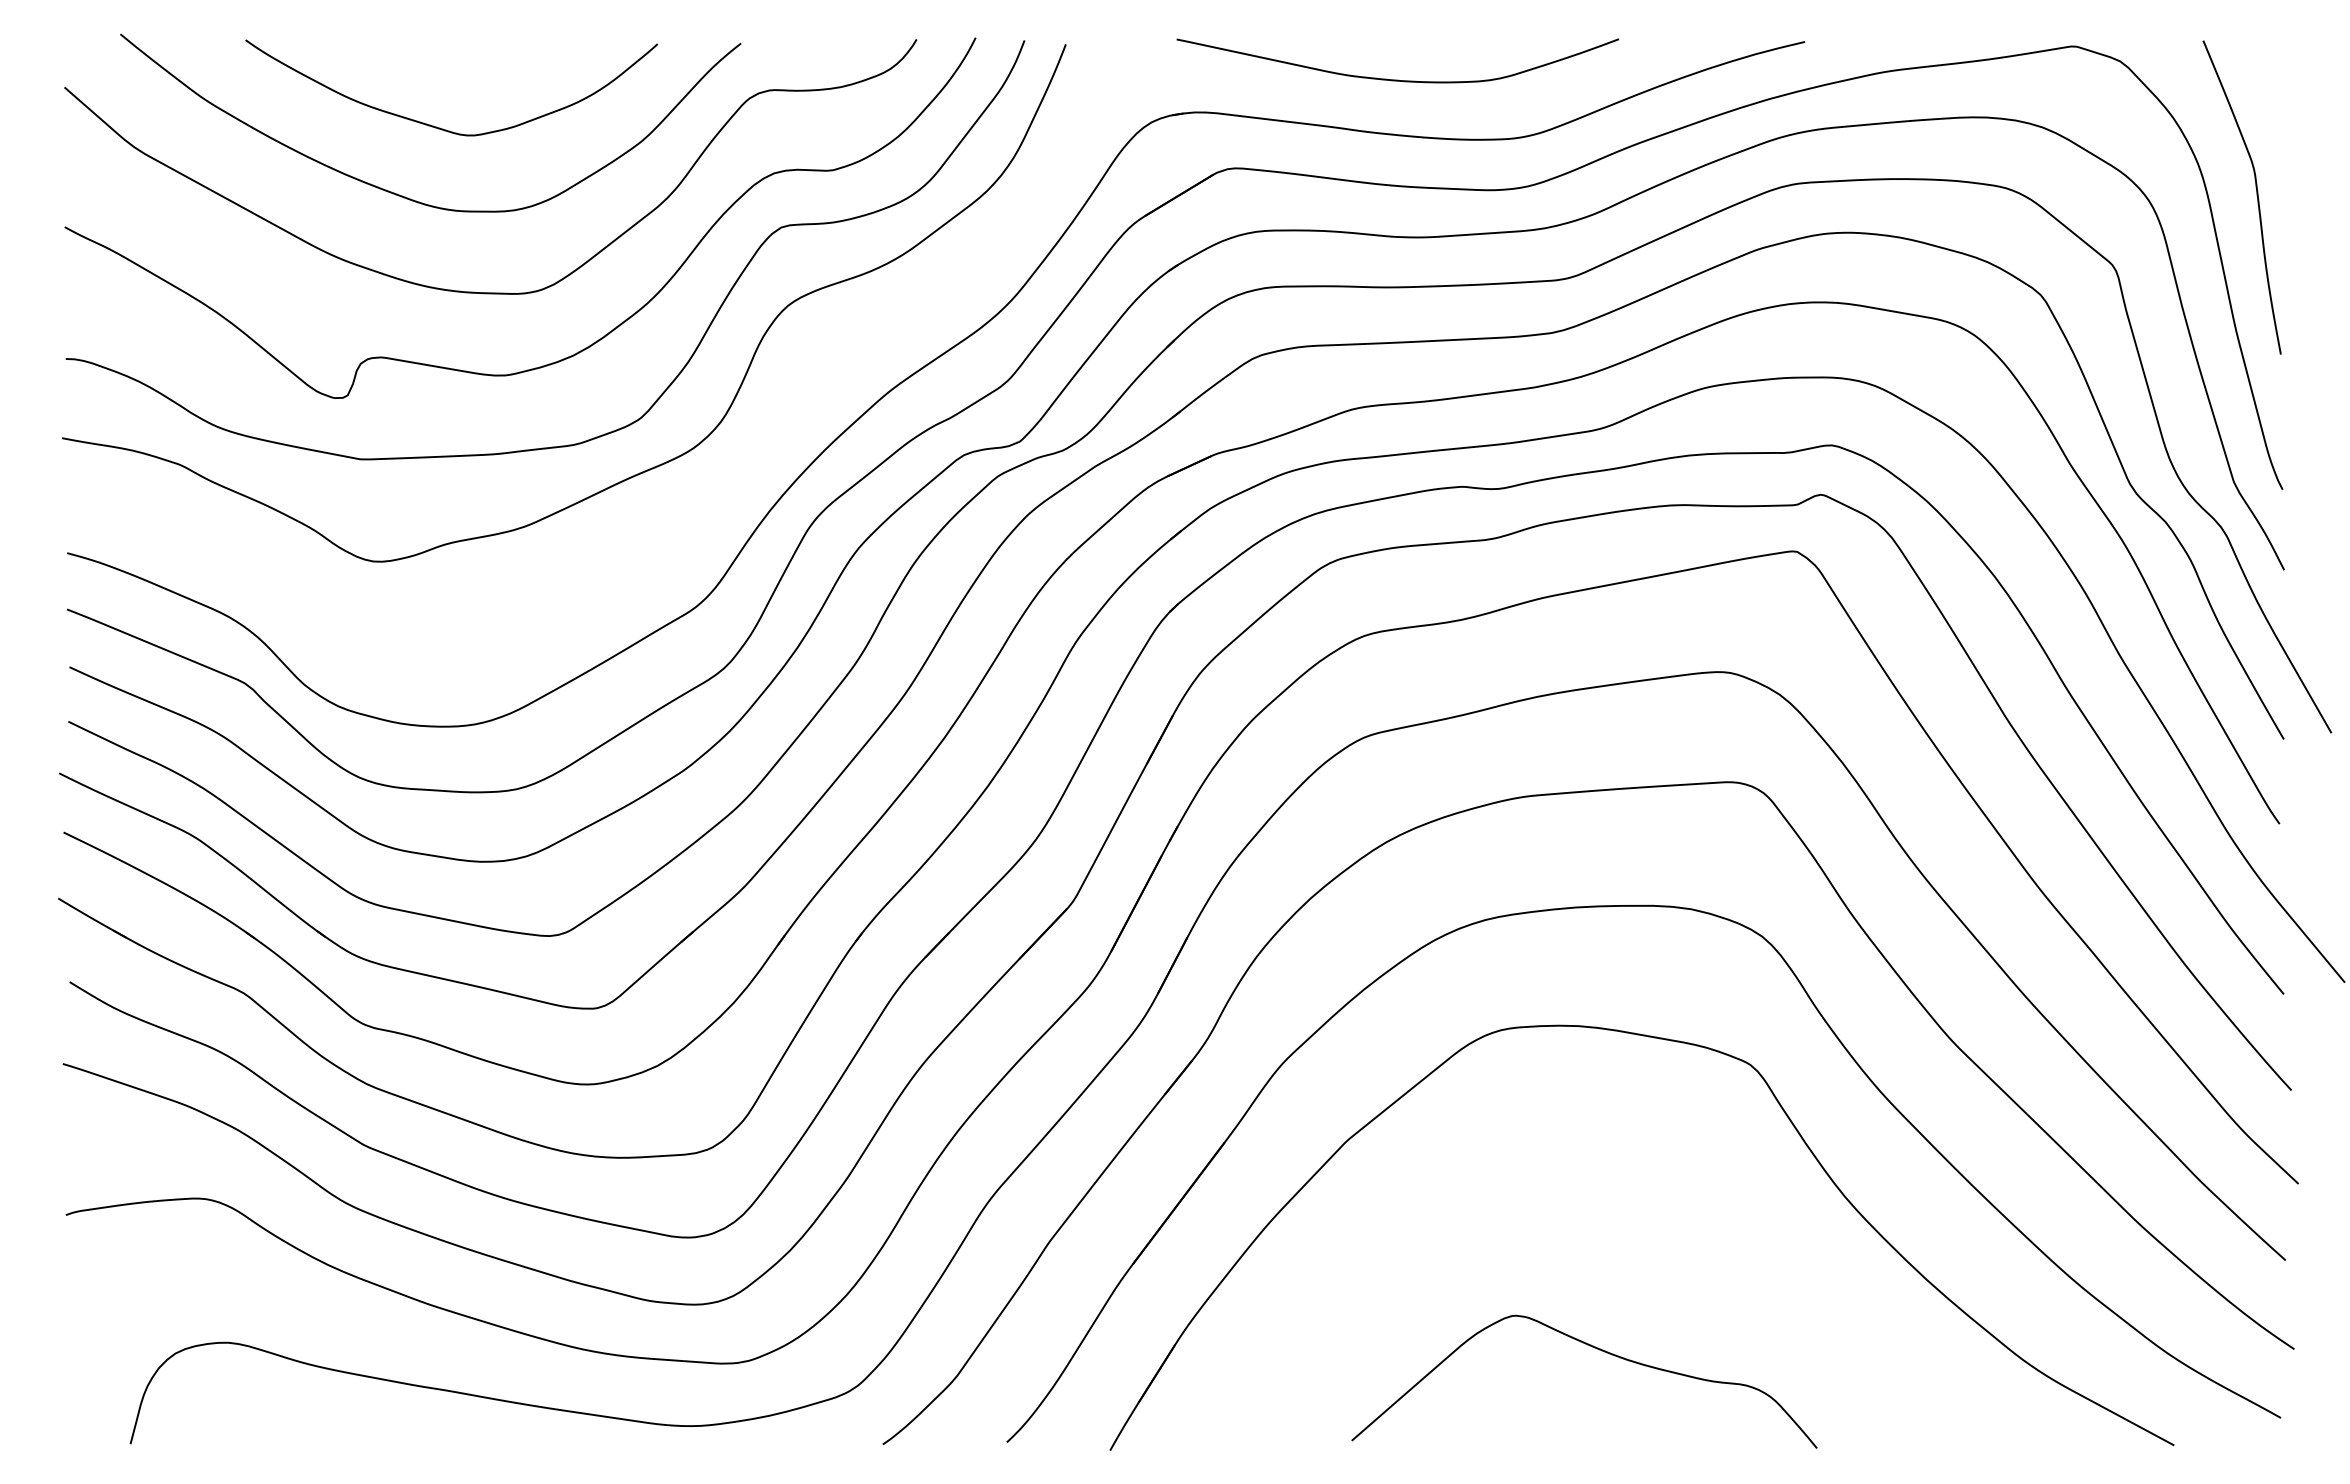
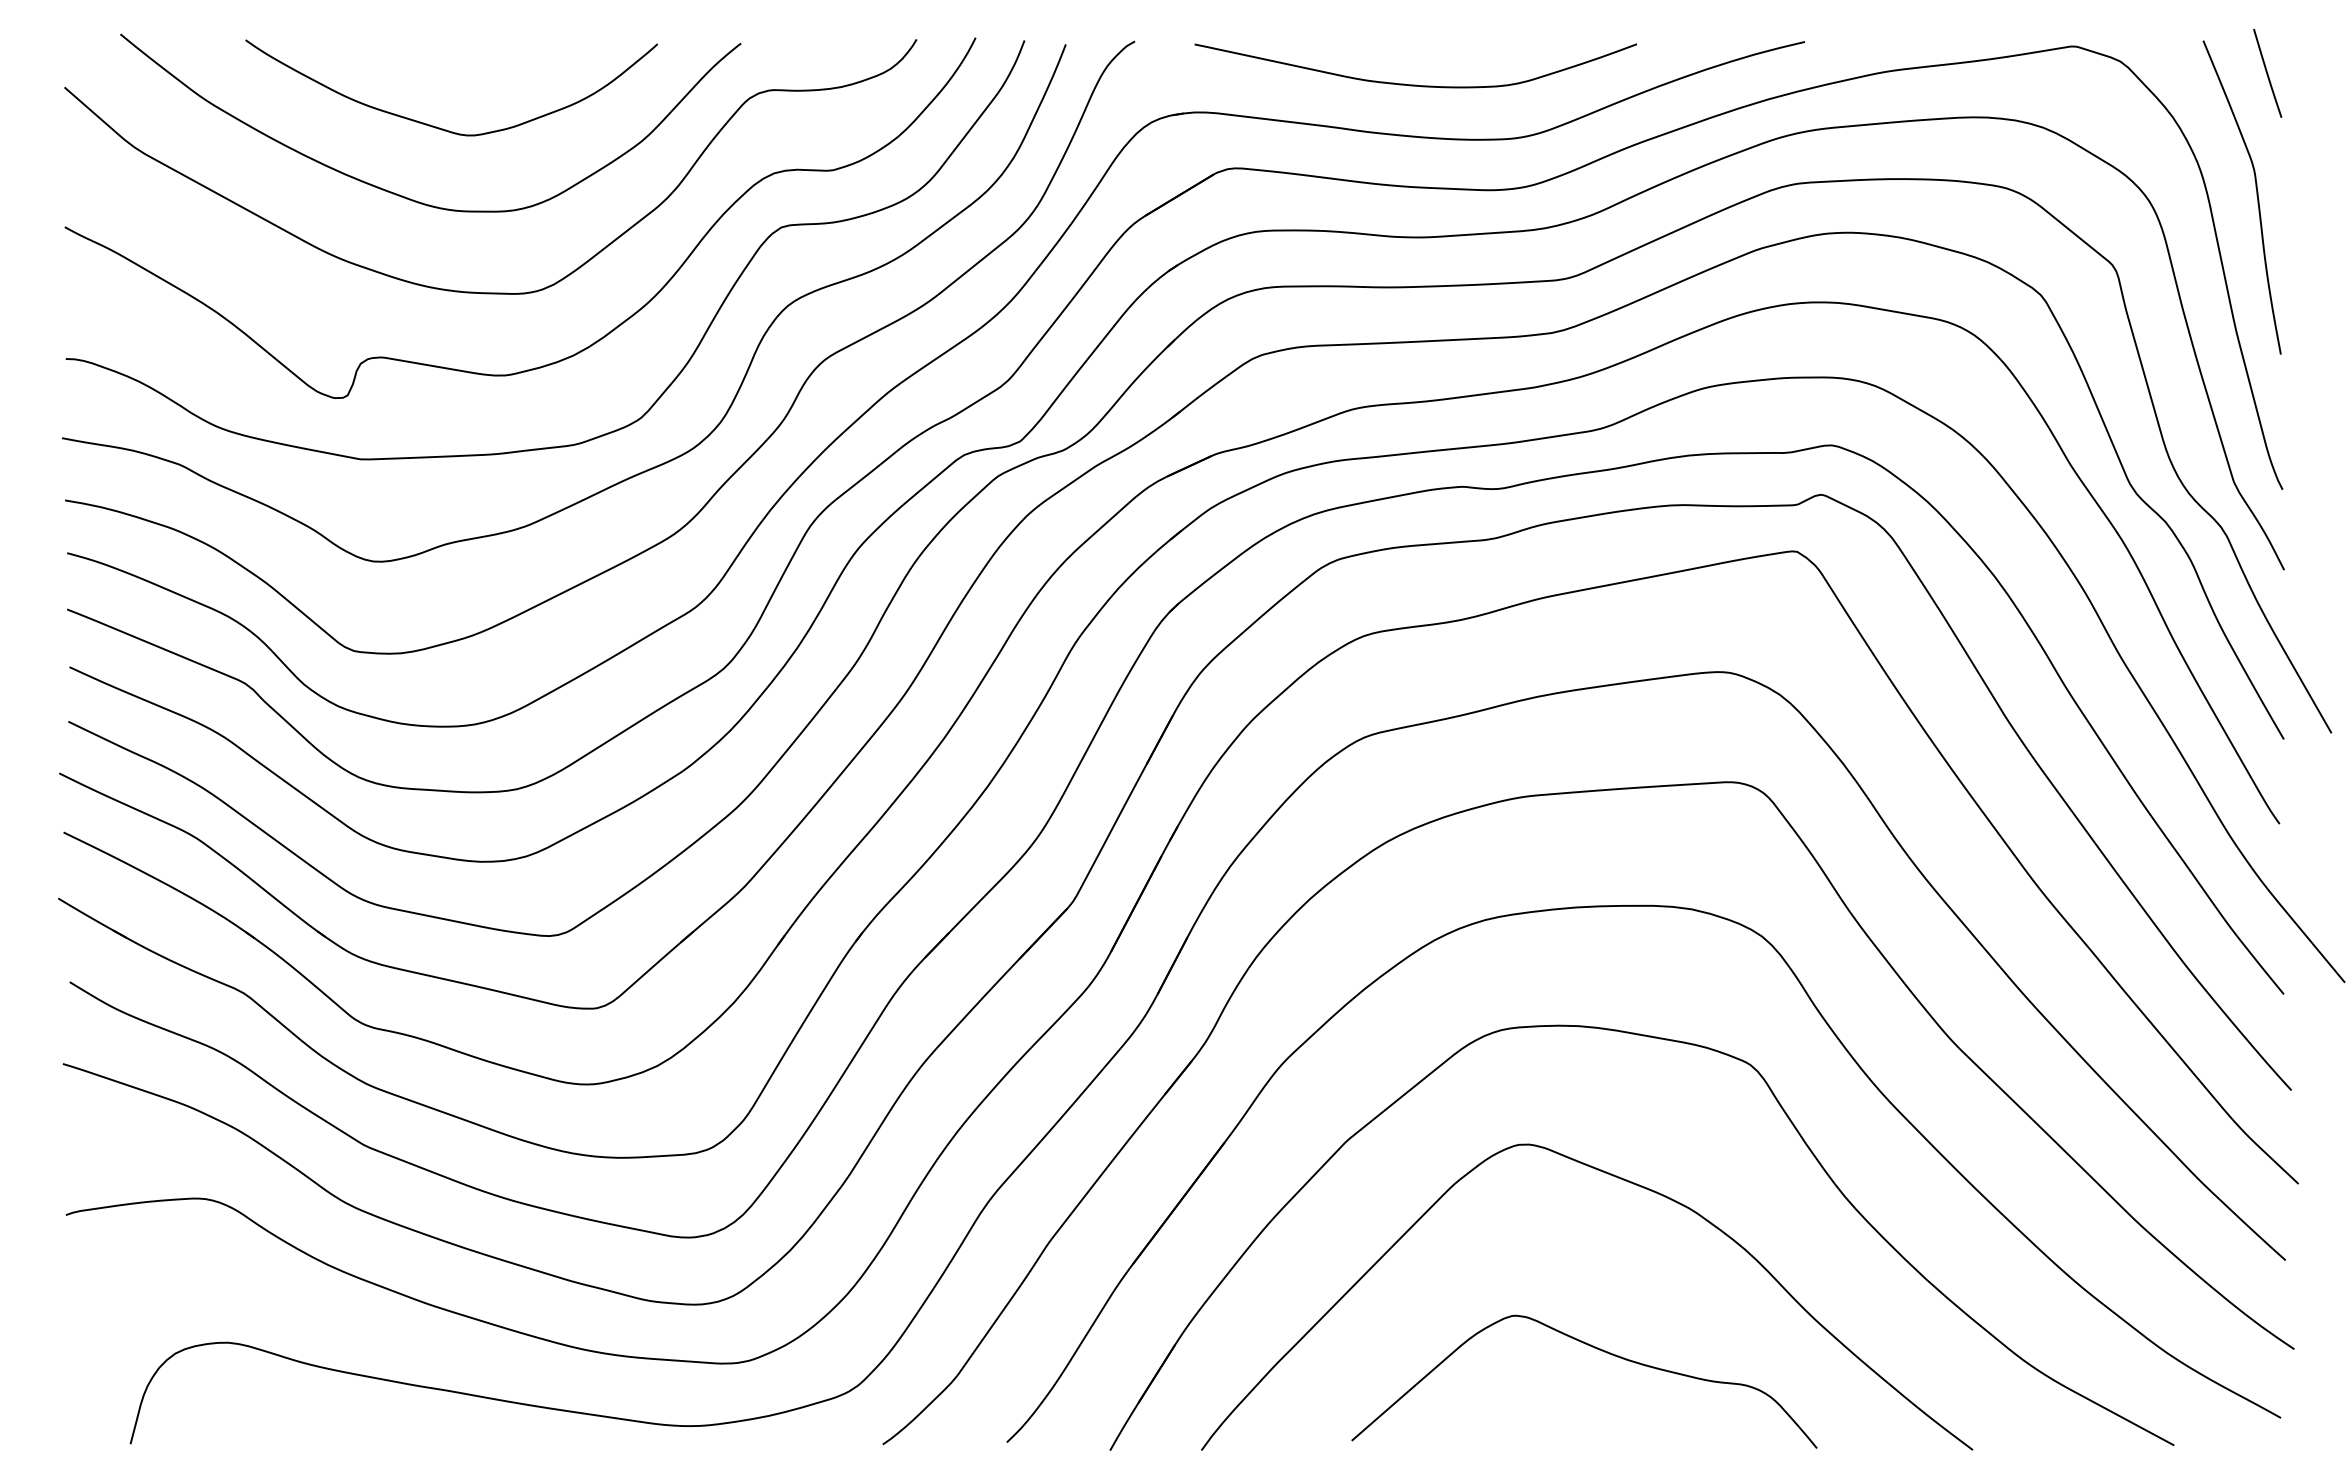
line at (2267, 72): none -> present
curve at (1397, 79) position: (1397, 79) -> (1415, 84)
curve at (729, 476): none -> present
curve at (1630, 1183): none -> present
